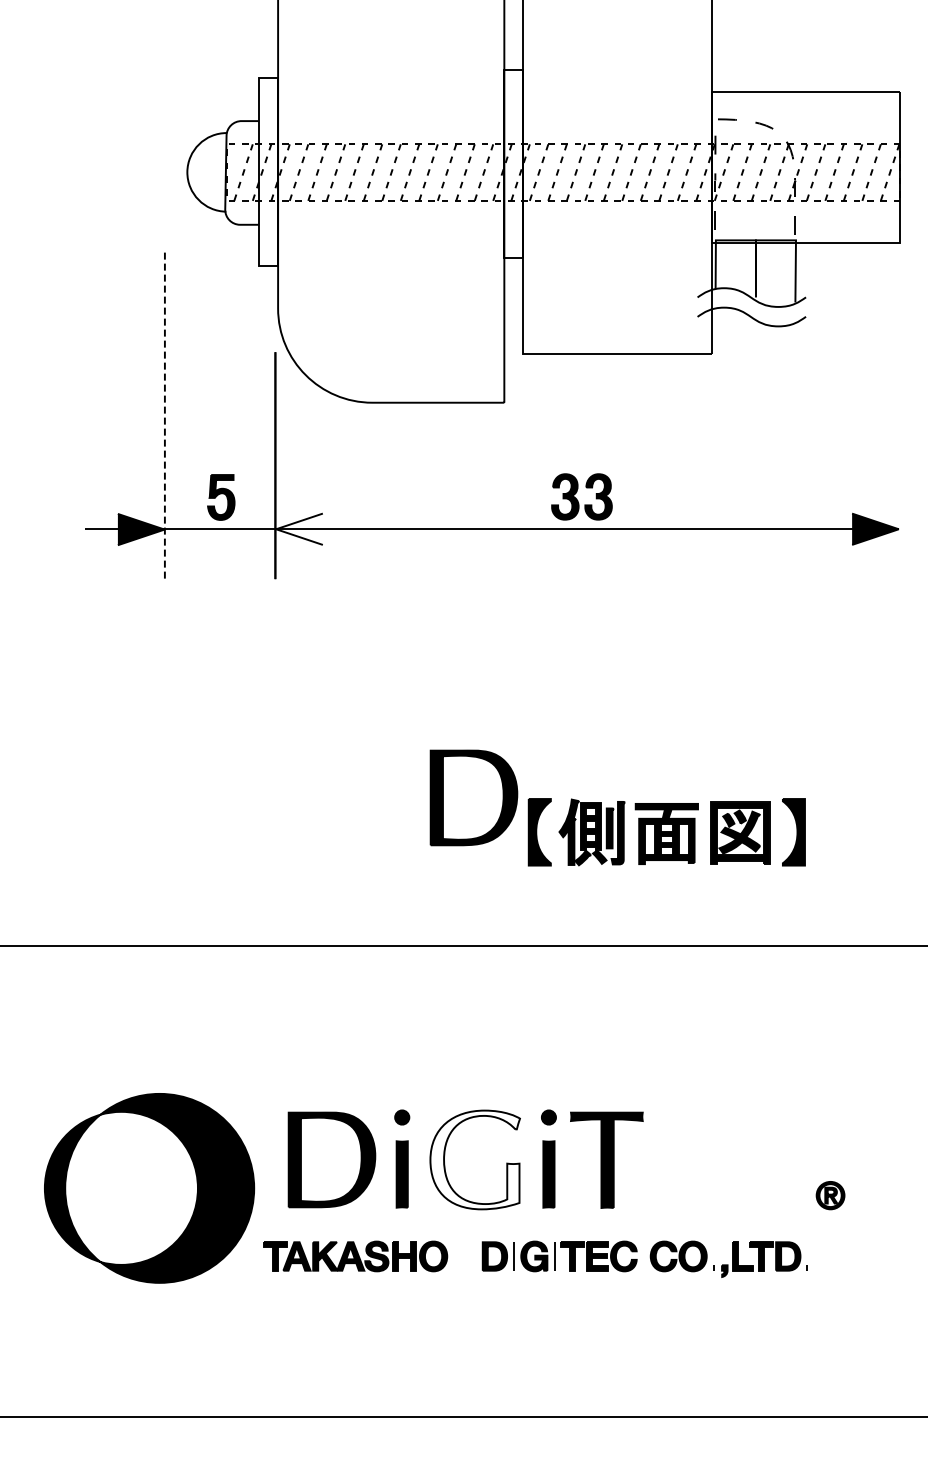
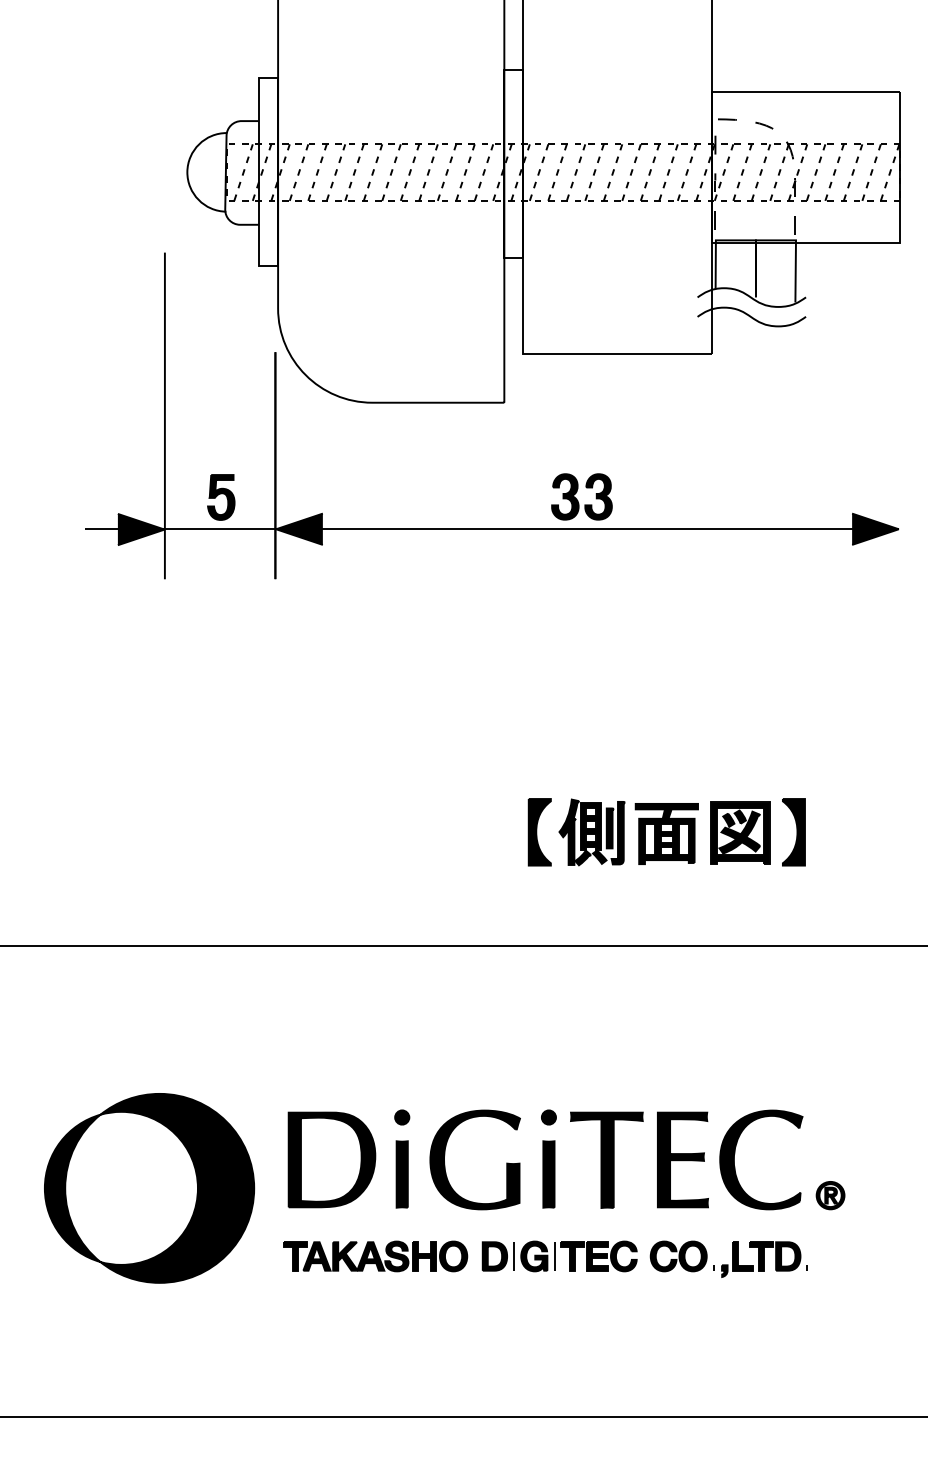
line at (164, 416): dashed -> solid
fill at (299, 528): none -> present
part at (473, 797): present -> none
part at (735, 1154): none -> present
fill at (475, 1159): none -> present
part at (682, 1159): none -> present
part at (355, 1256) position: (355, 1256) -> (375, 1256)
